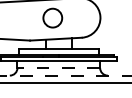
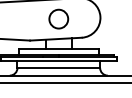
circle at (52, 17) position: (52, 17) -> (58, 18)
line at (58, 67): dashed -> solid
line at (65, 75): dashed -> solid
